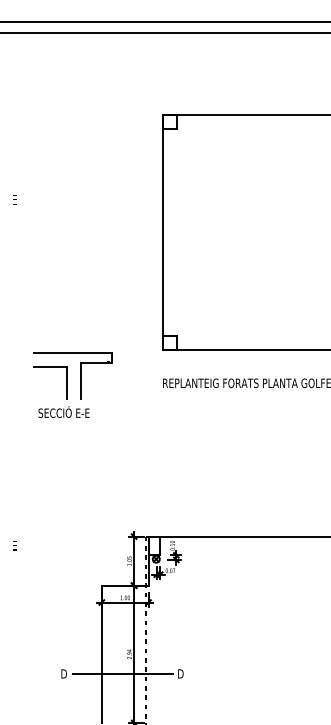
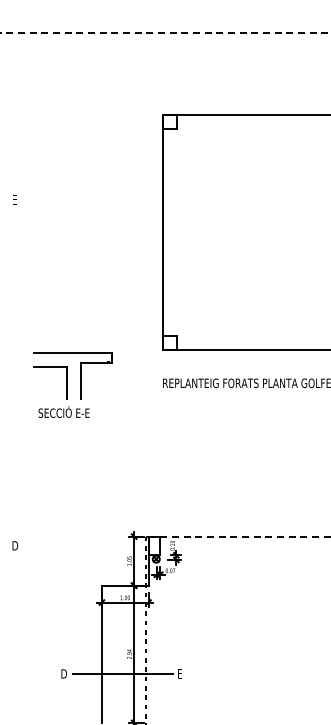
line at (164, 21): present -> none
line at (165, 33): solid -> dashed
line at (239, 536): solid -> dashed
text at (15, 545): E -> D
text at (180, 673): D -> E
